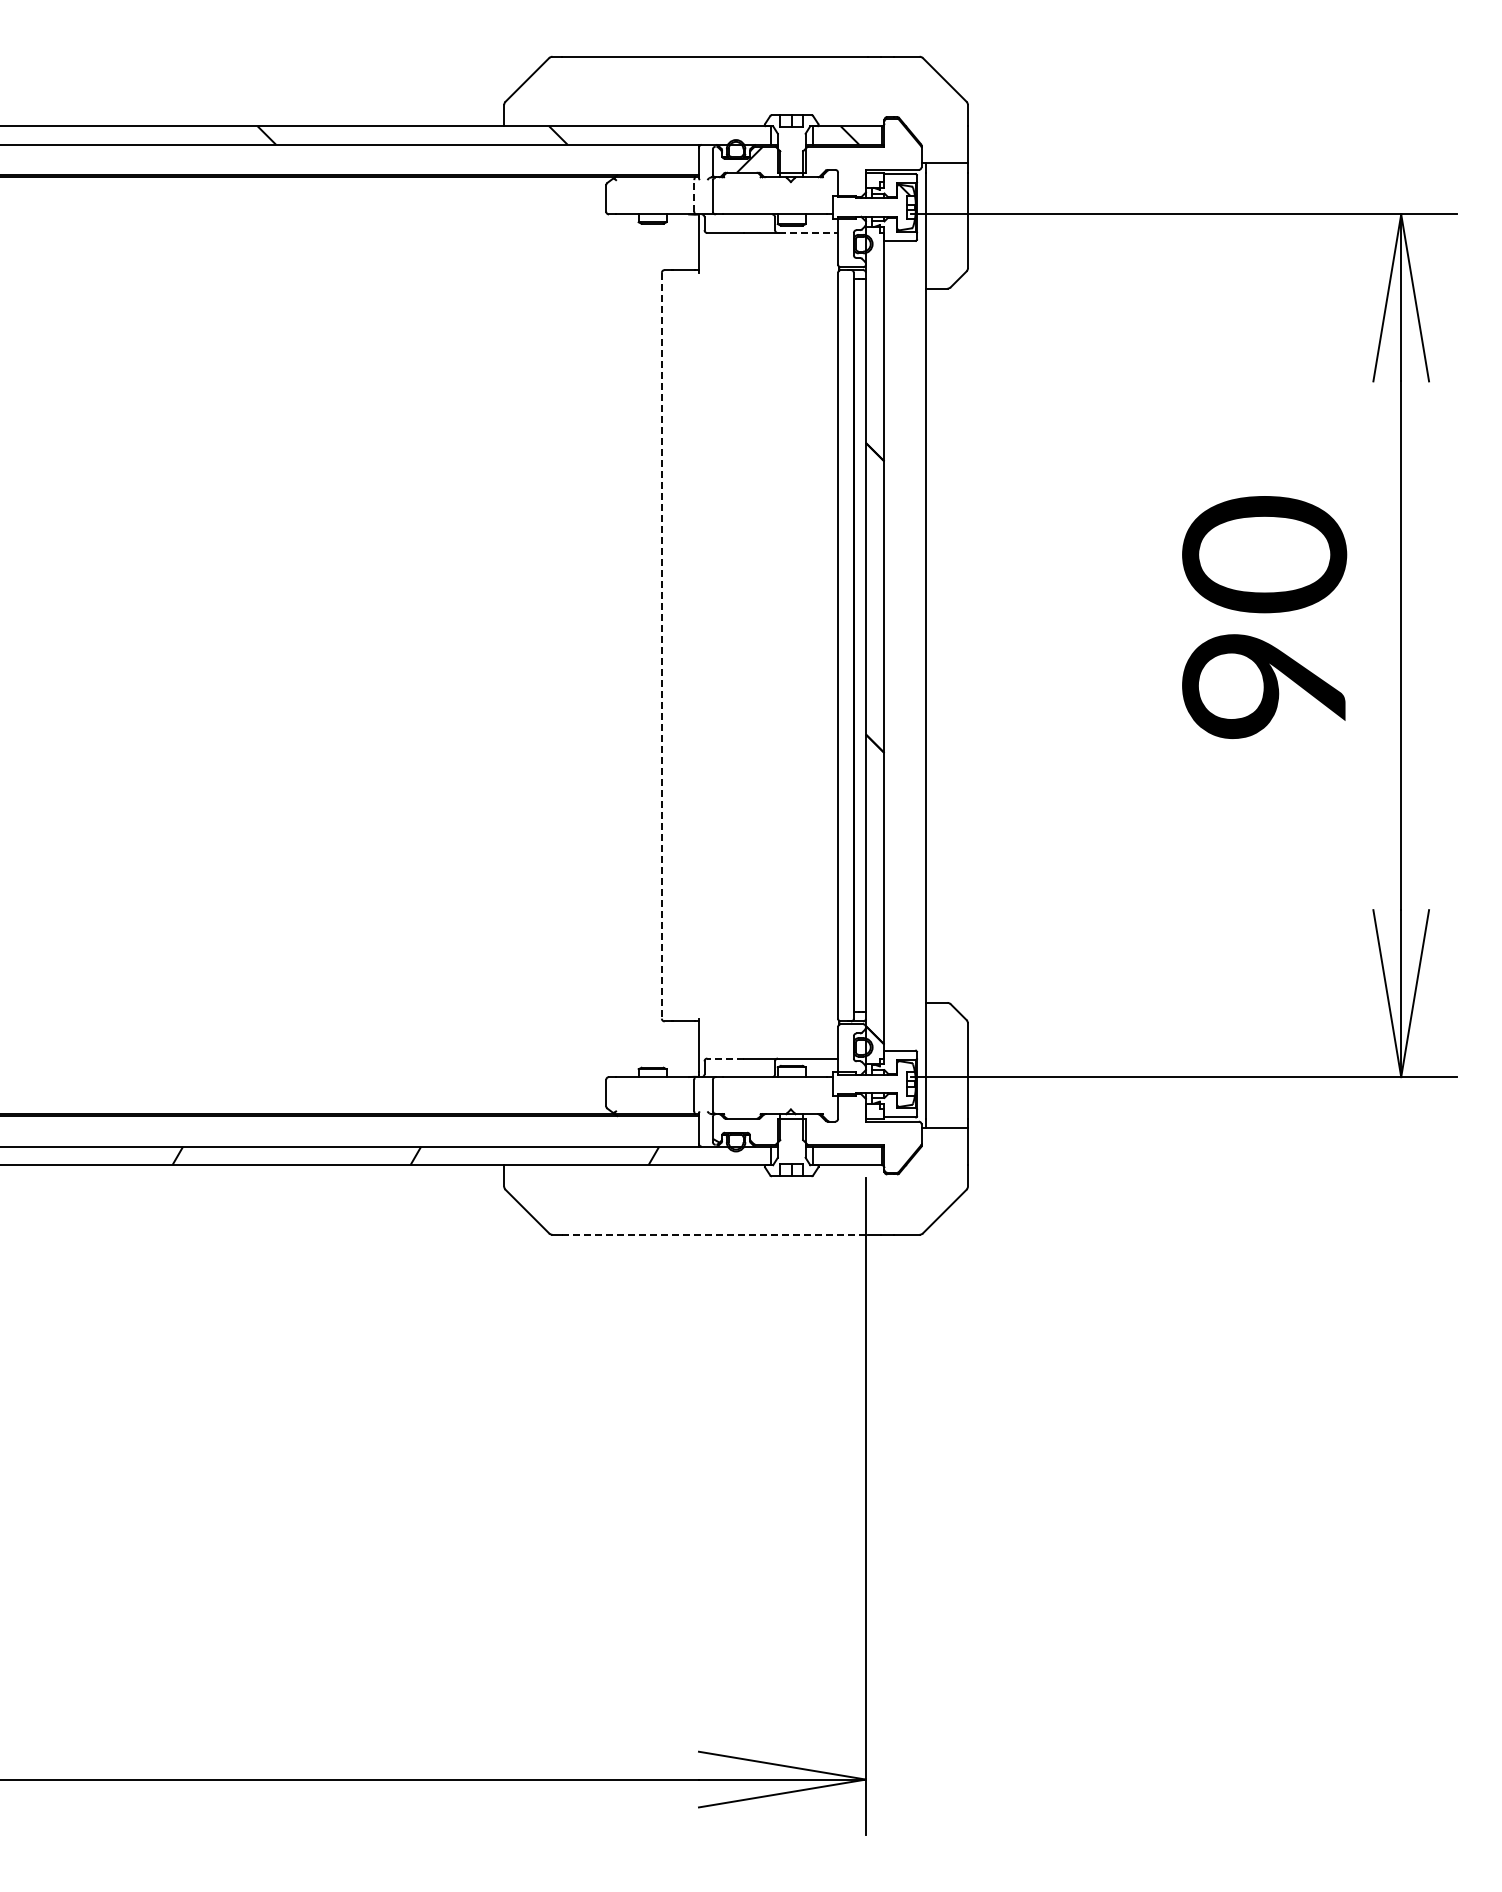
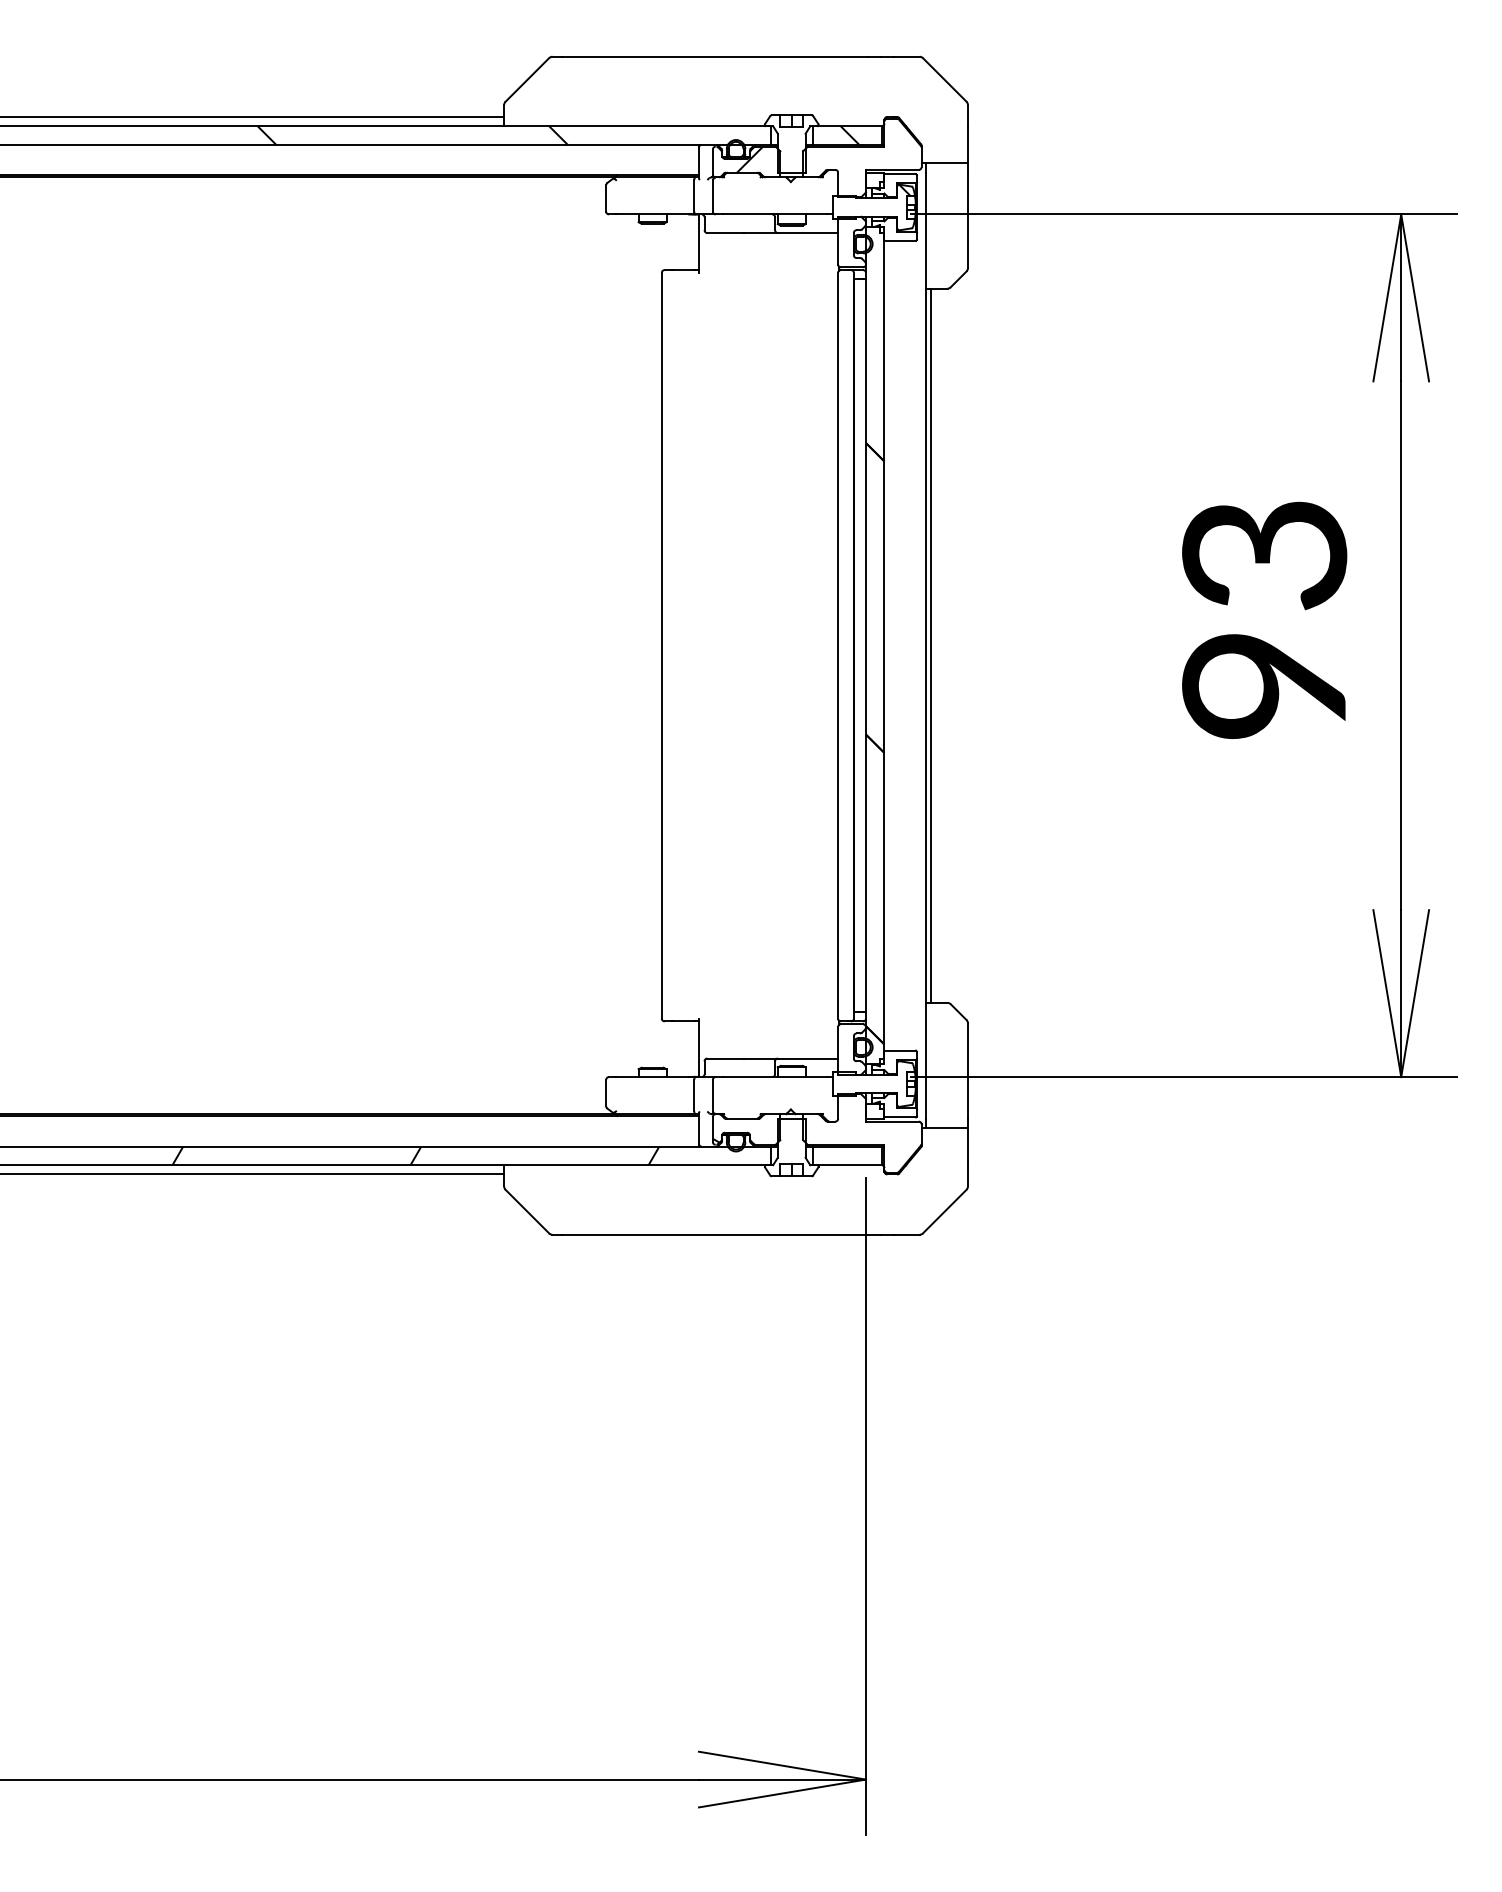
line at (253, 117): none -> present
line at (694, 195): dashed -> solid
line at (809, 232): dashed -> solid
text at (1264, 554): 90 -> 93
line at (661, 645): dashed -> solid
line at (930, 645): none -> present
line at (725, 1058): dashed -> solid
line at (253, 1174): none -> present
line at (715, 1234): dashed -> solid
